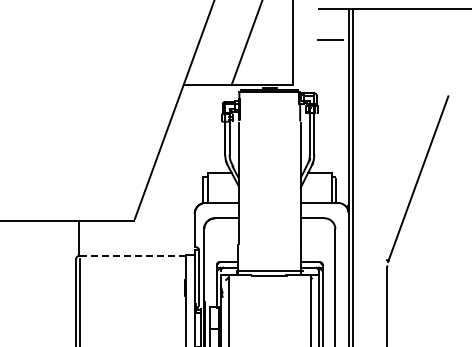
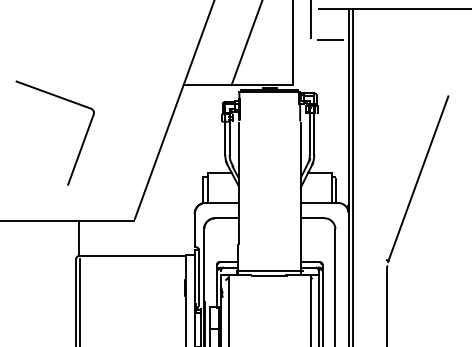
line at (310, 20): none -> present
part at (82, 141): none -> present
line at (133, 255): dashed -> solid
